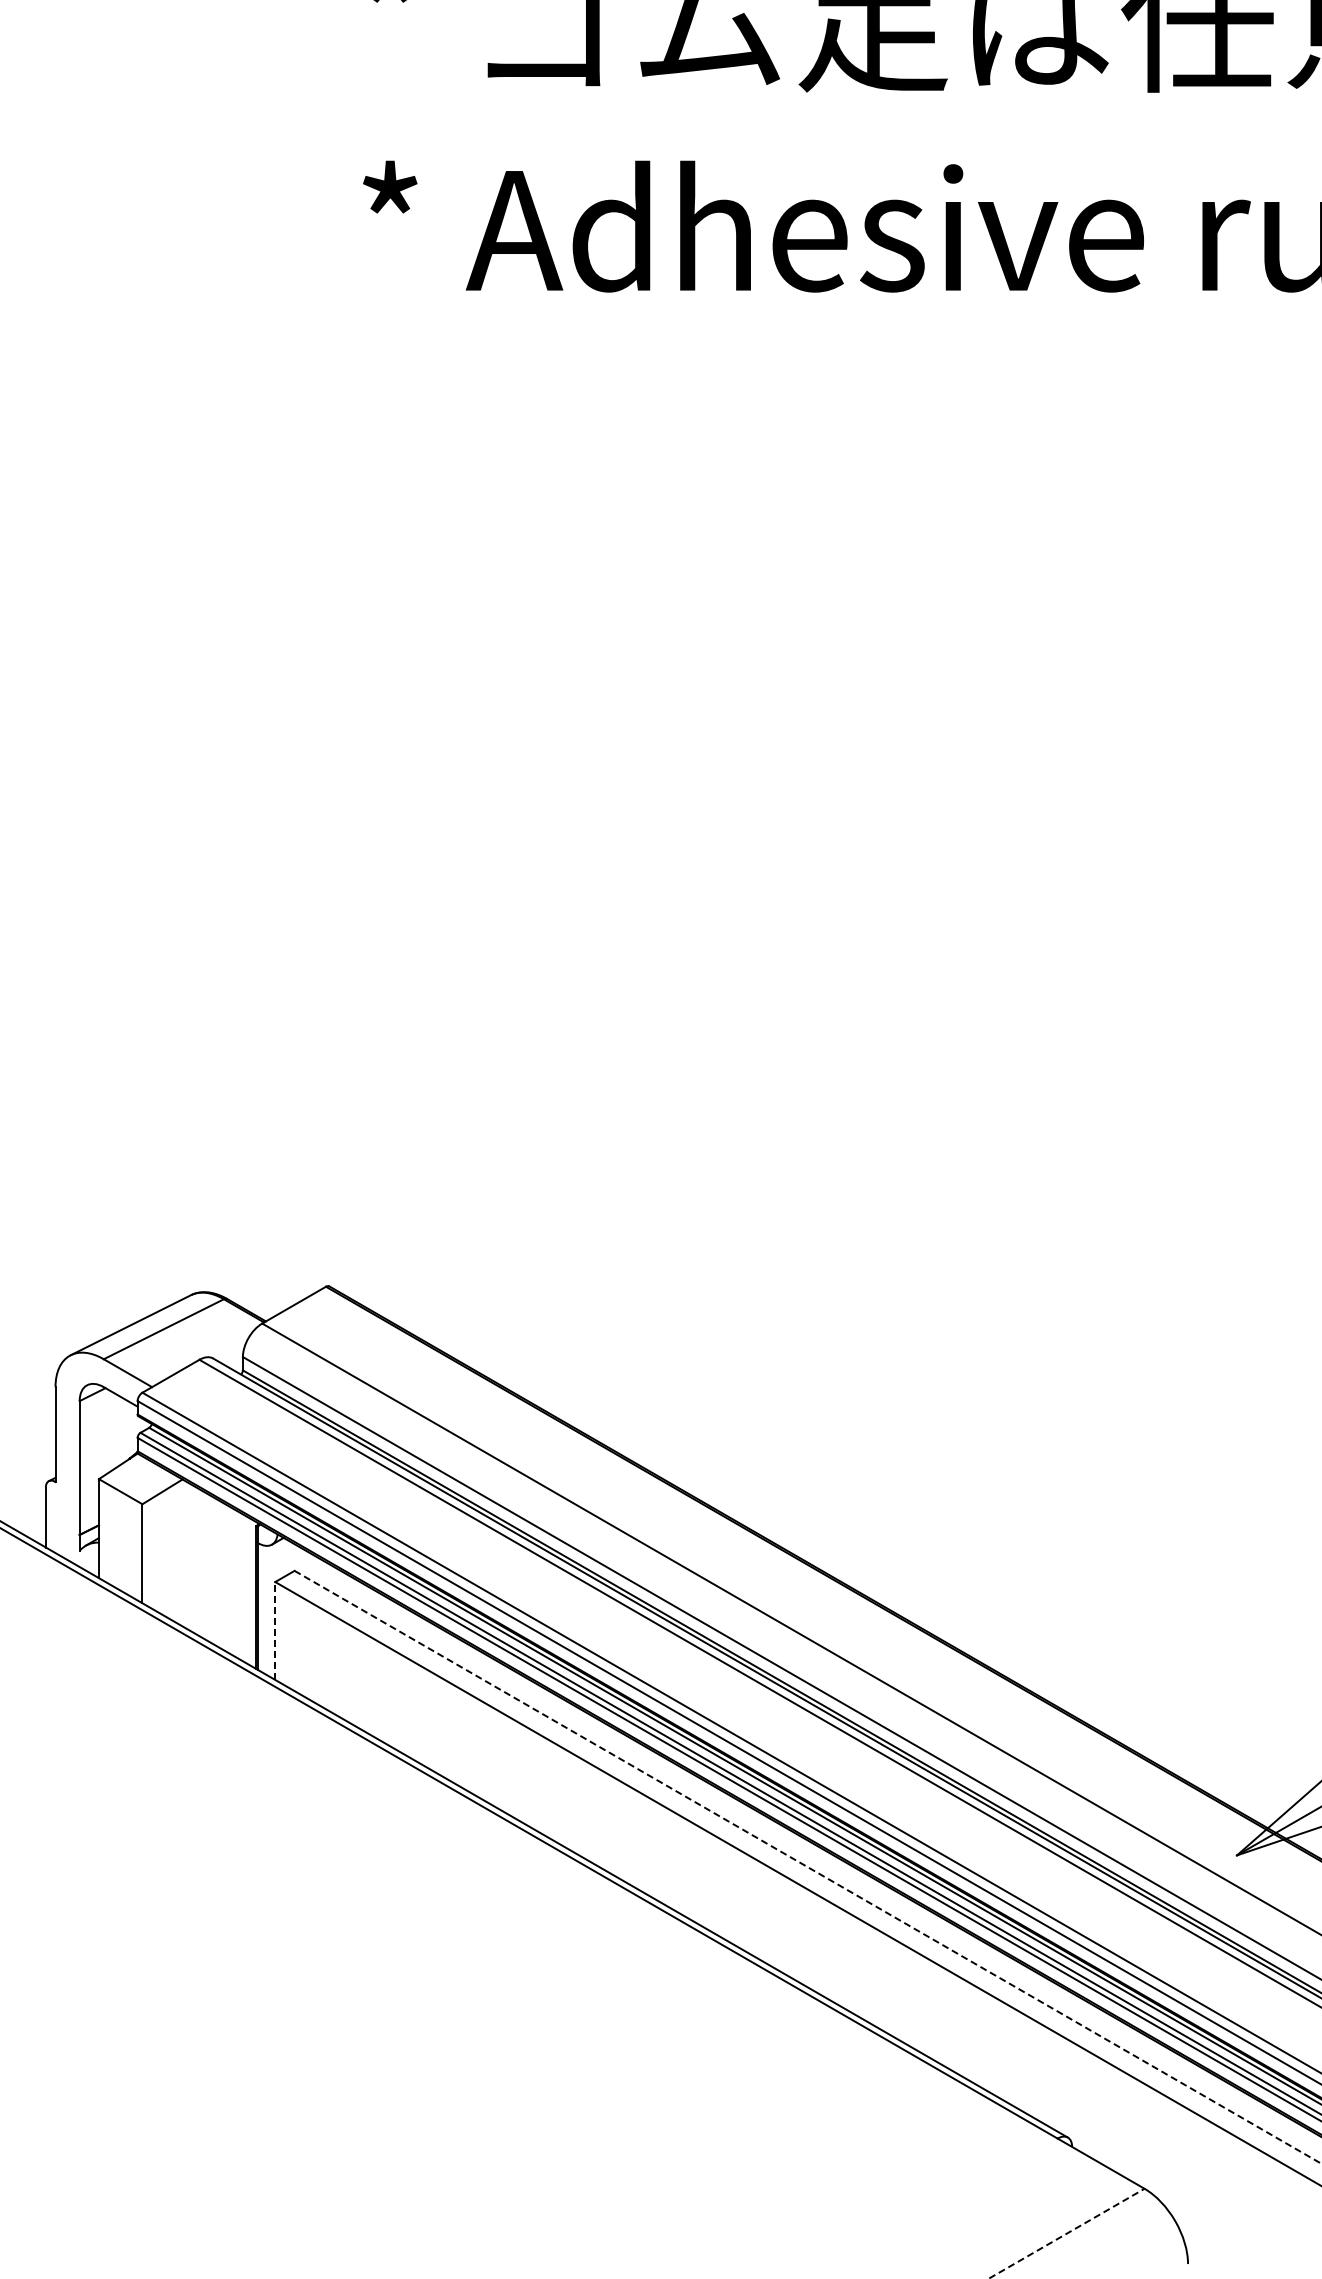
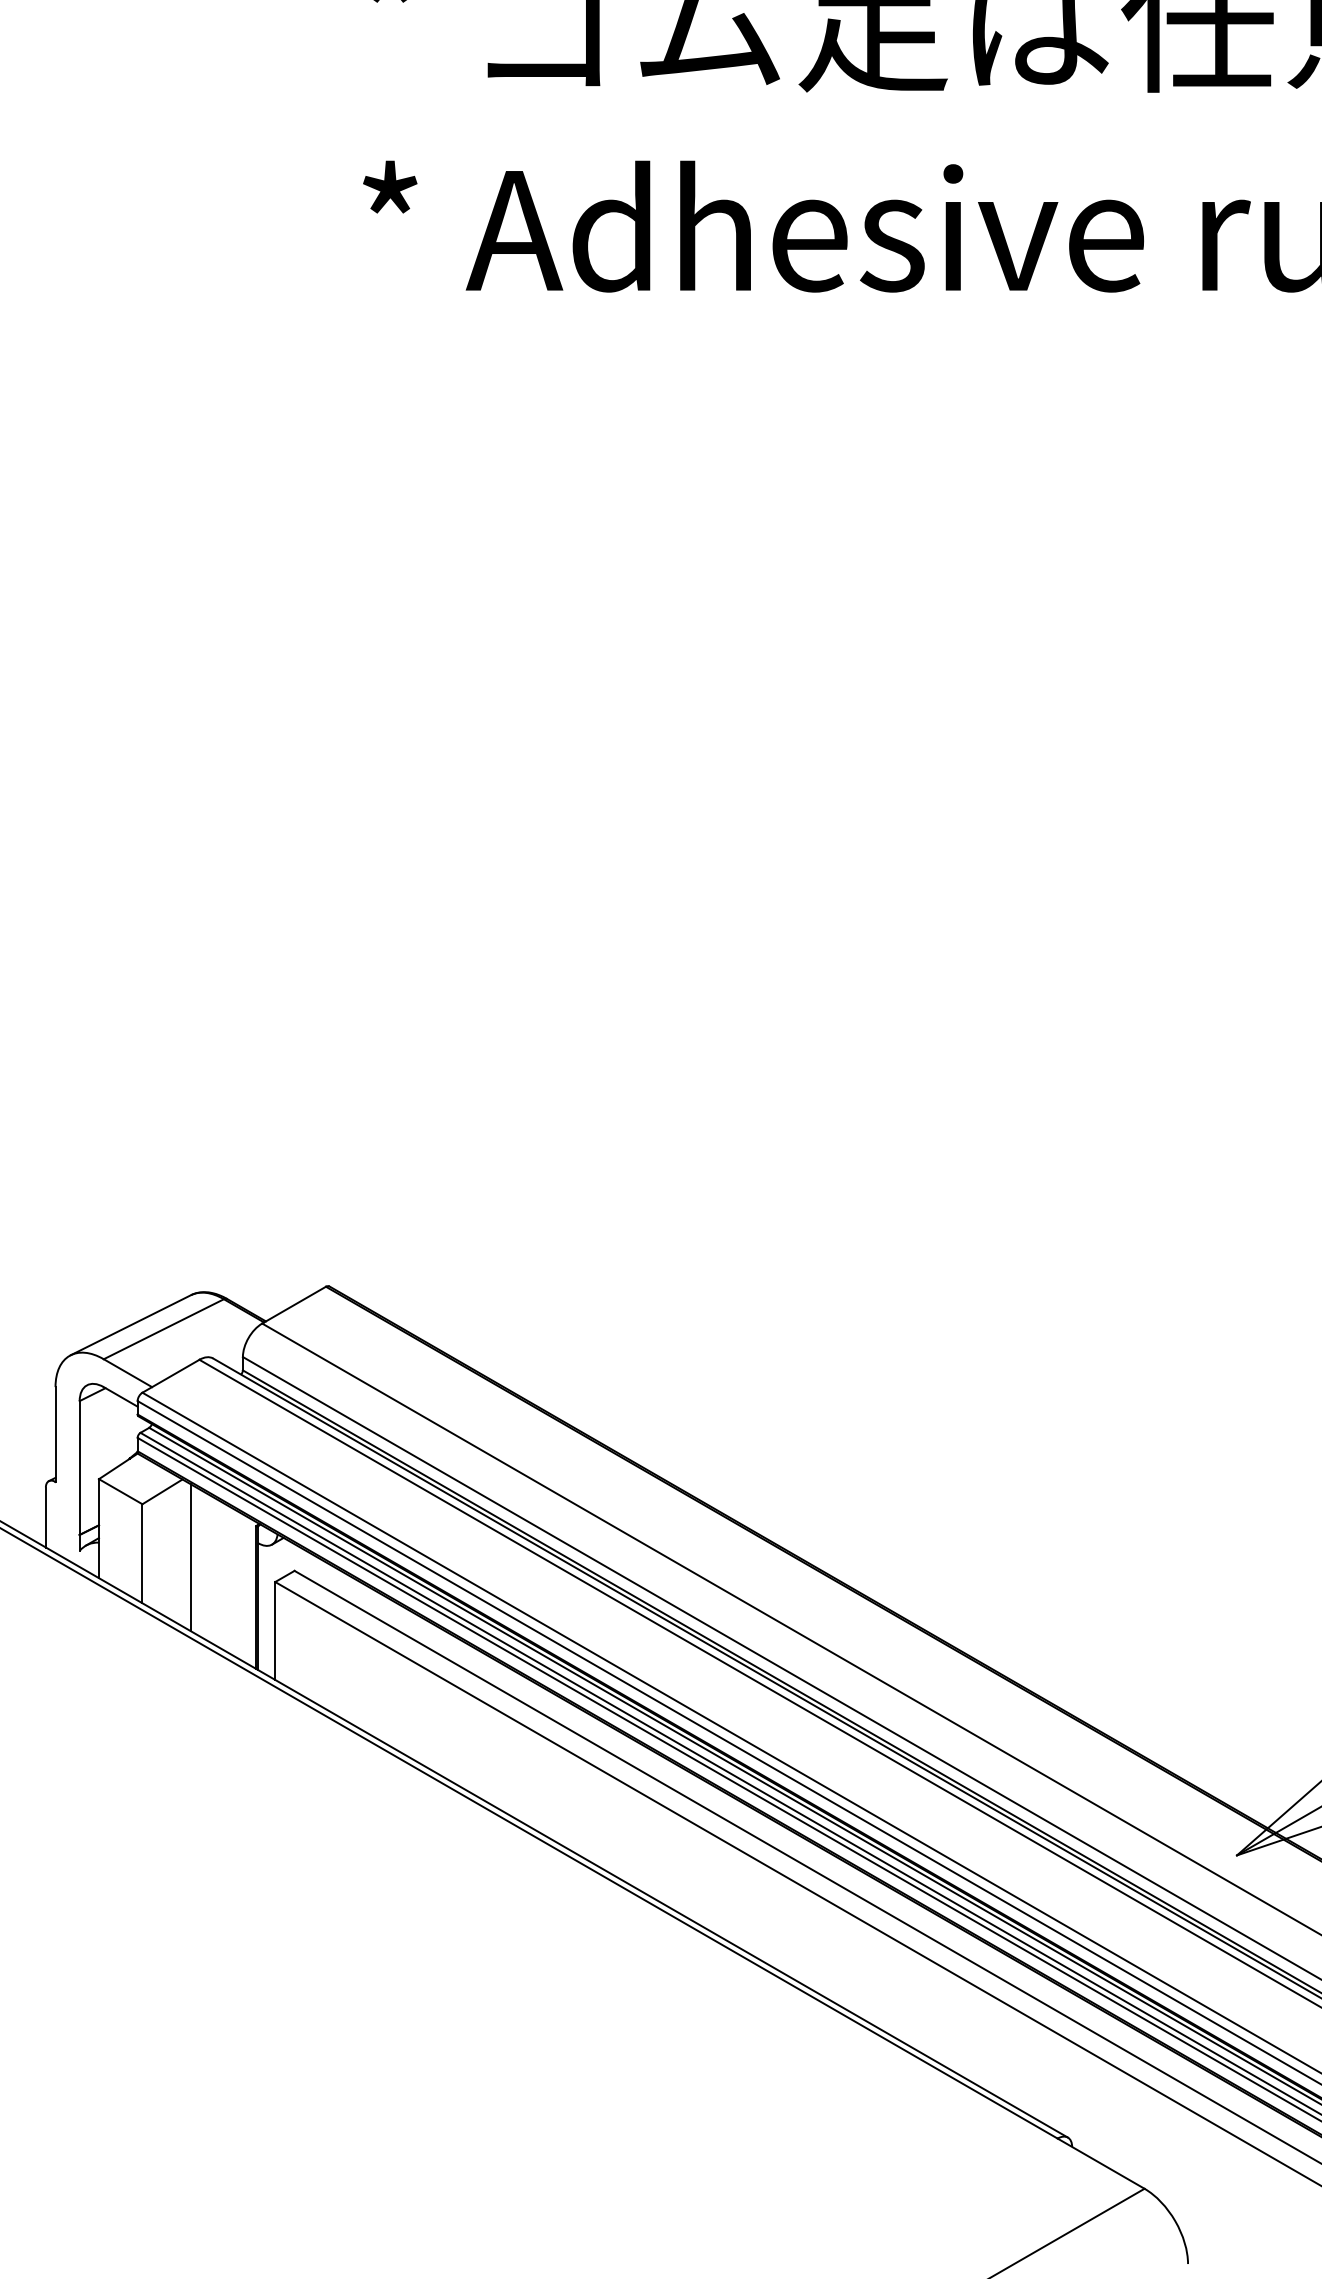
line at (190, 1557): none -> present
line at (275, 1631): dashed -> solid
line at (808, 1867): dashed -> solid
line at (1066, 2233): dashed -> solid
